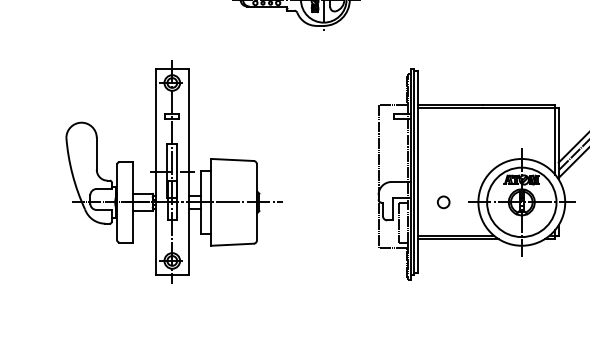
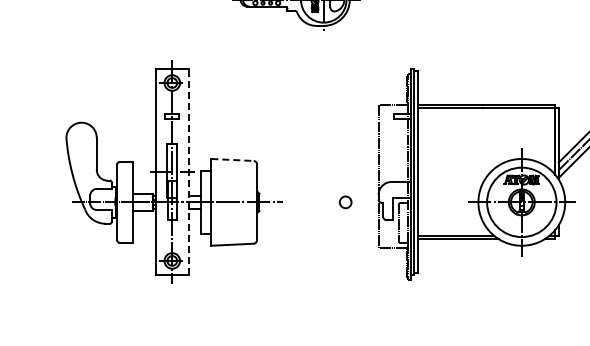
line at (233, 160): solid -> dashed
line at (188, 171): solid -> dashed
circle at (443, 202) position: (443, 202) -> (345, 202)
